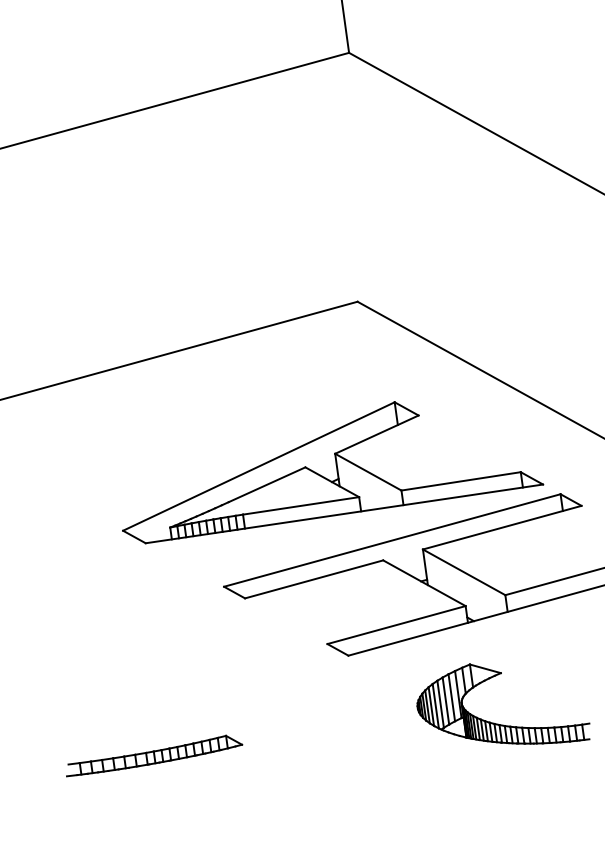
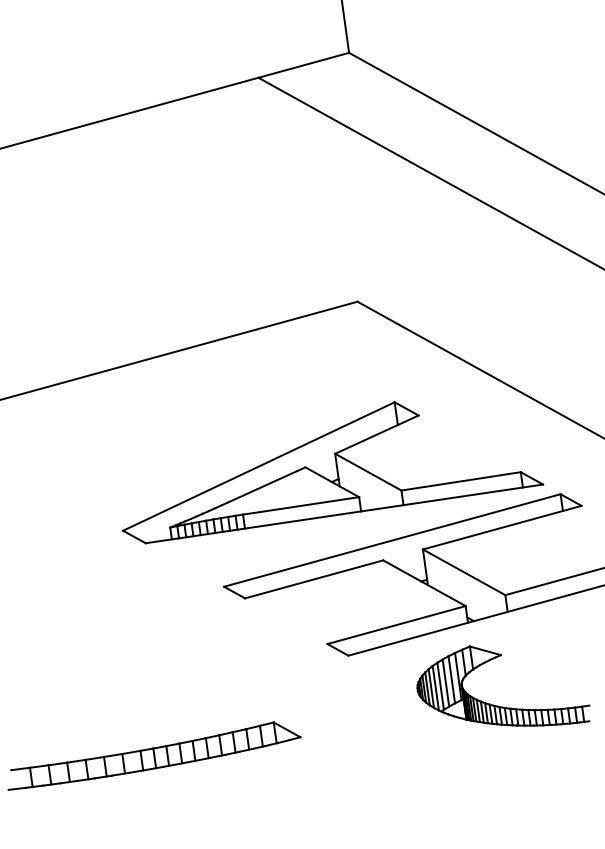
line at (429, 172): none -> present
part at (498, 723) position: (498, 723) -> (498, 705)
part at (154, 755) size: 178x44 px -> 295x70 px
